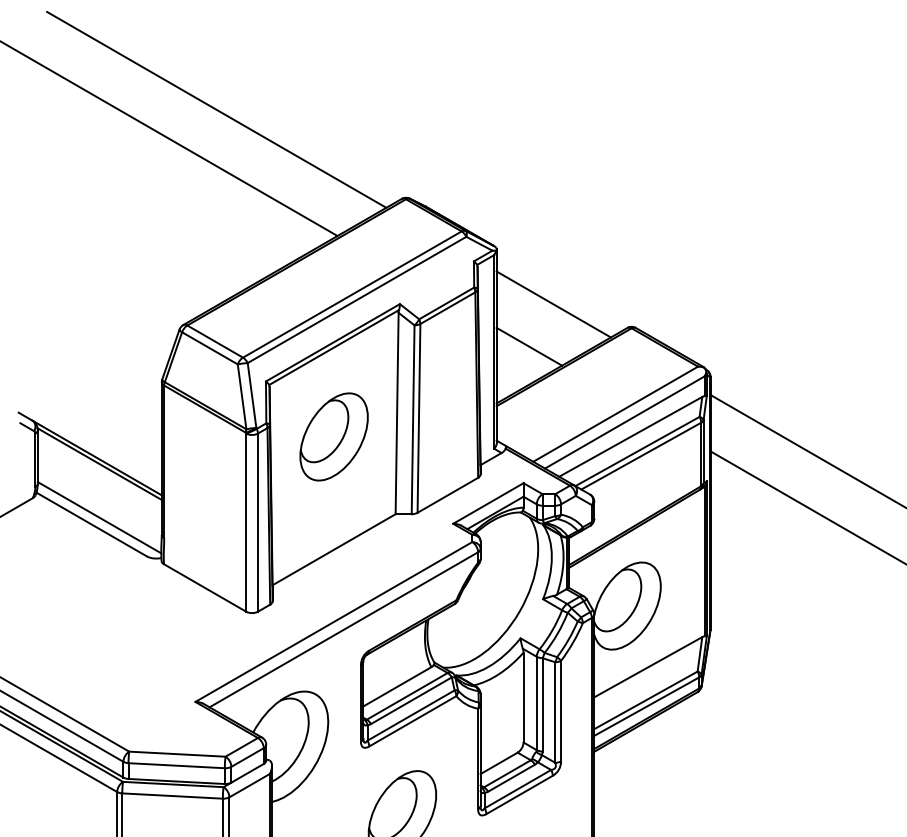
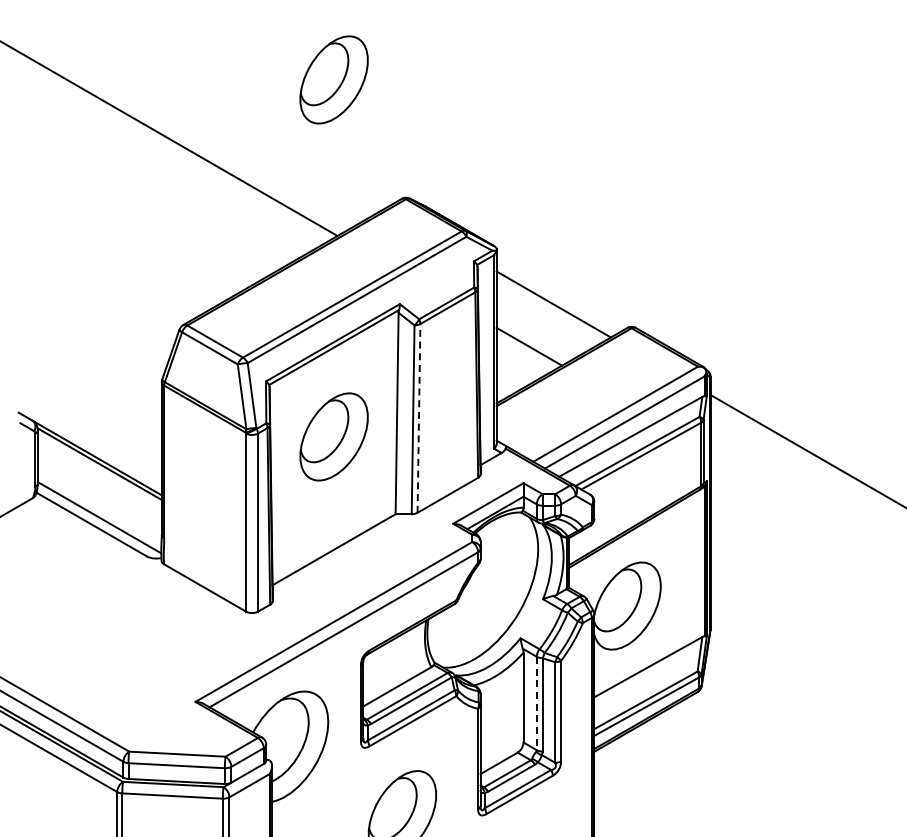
part at (333, 79): none -> present
line at (216, 109): present -> none
line at (419, 417): solid -> dashed
line at (806, 507): present -> none
line at (536, 703): solid -> dashed
